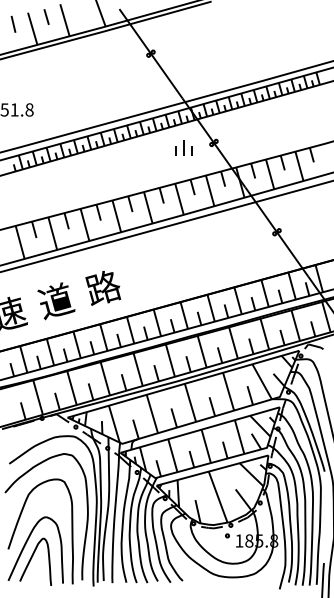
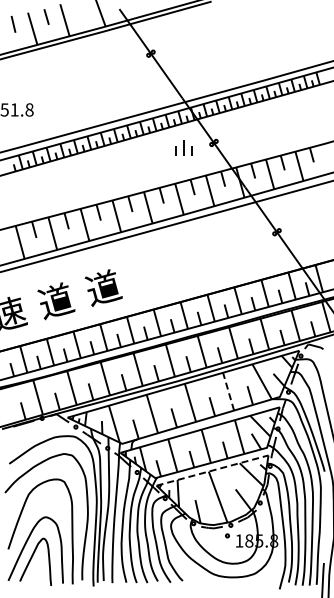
text at (103, 287): 路 -> 道
line at (228, 391): solid -> dashed
line at (212, 470): solid -> dashed
